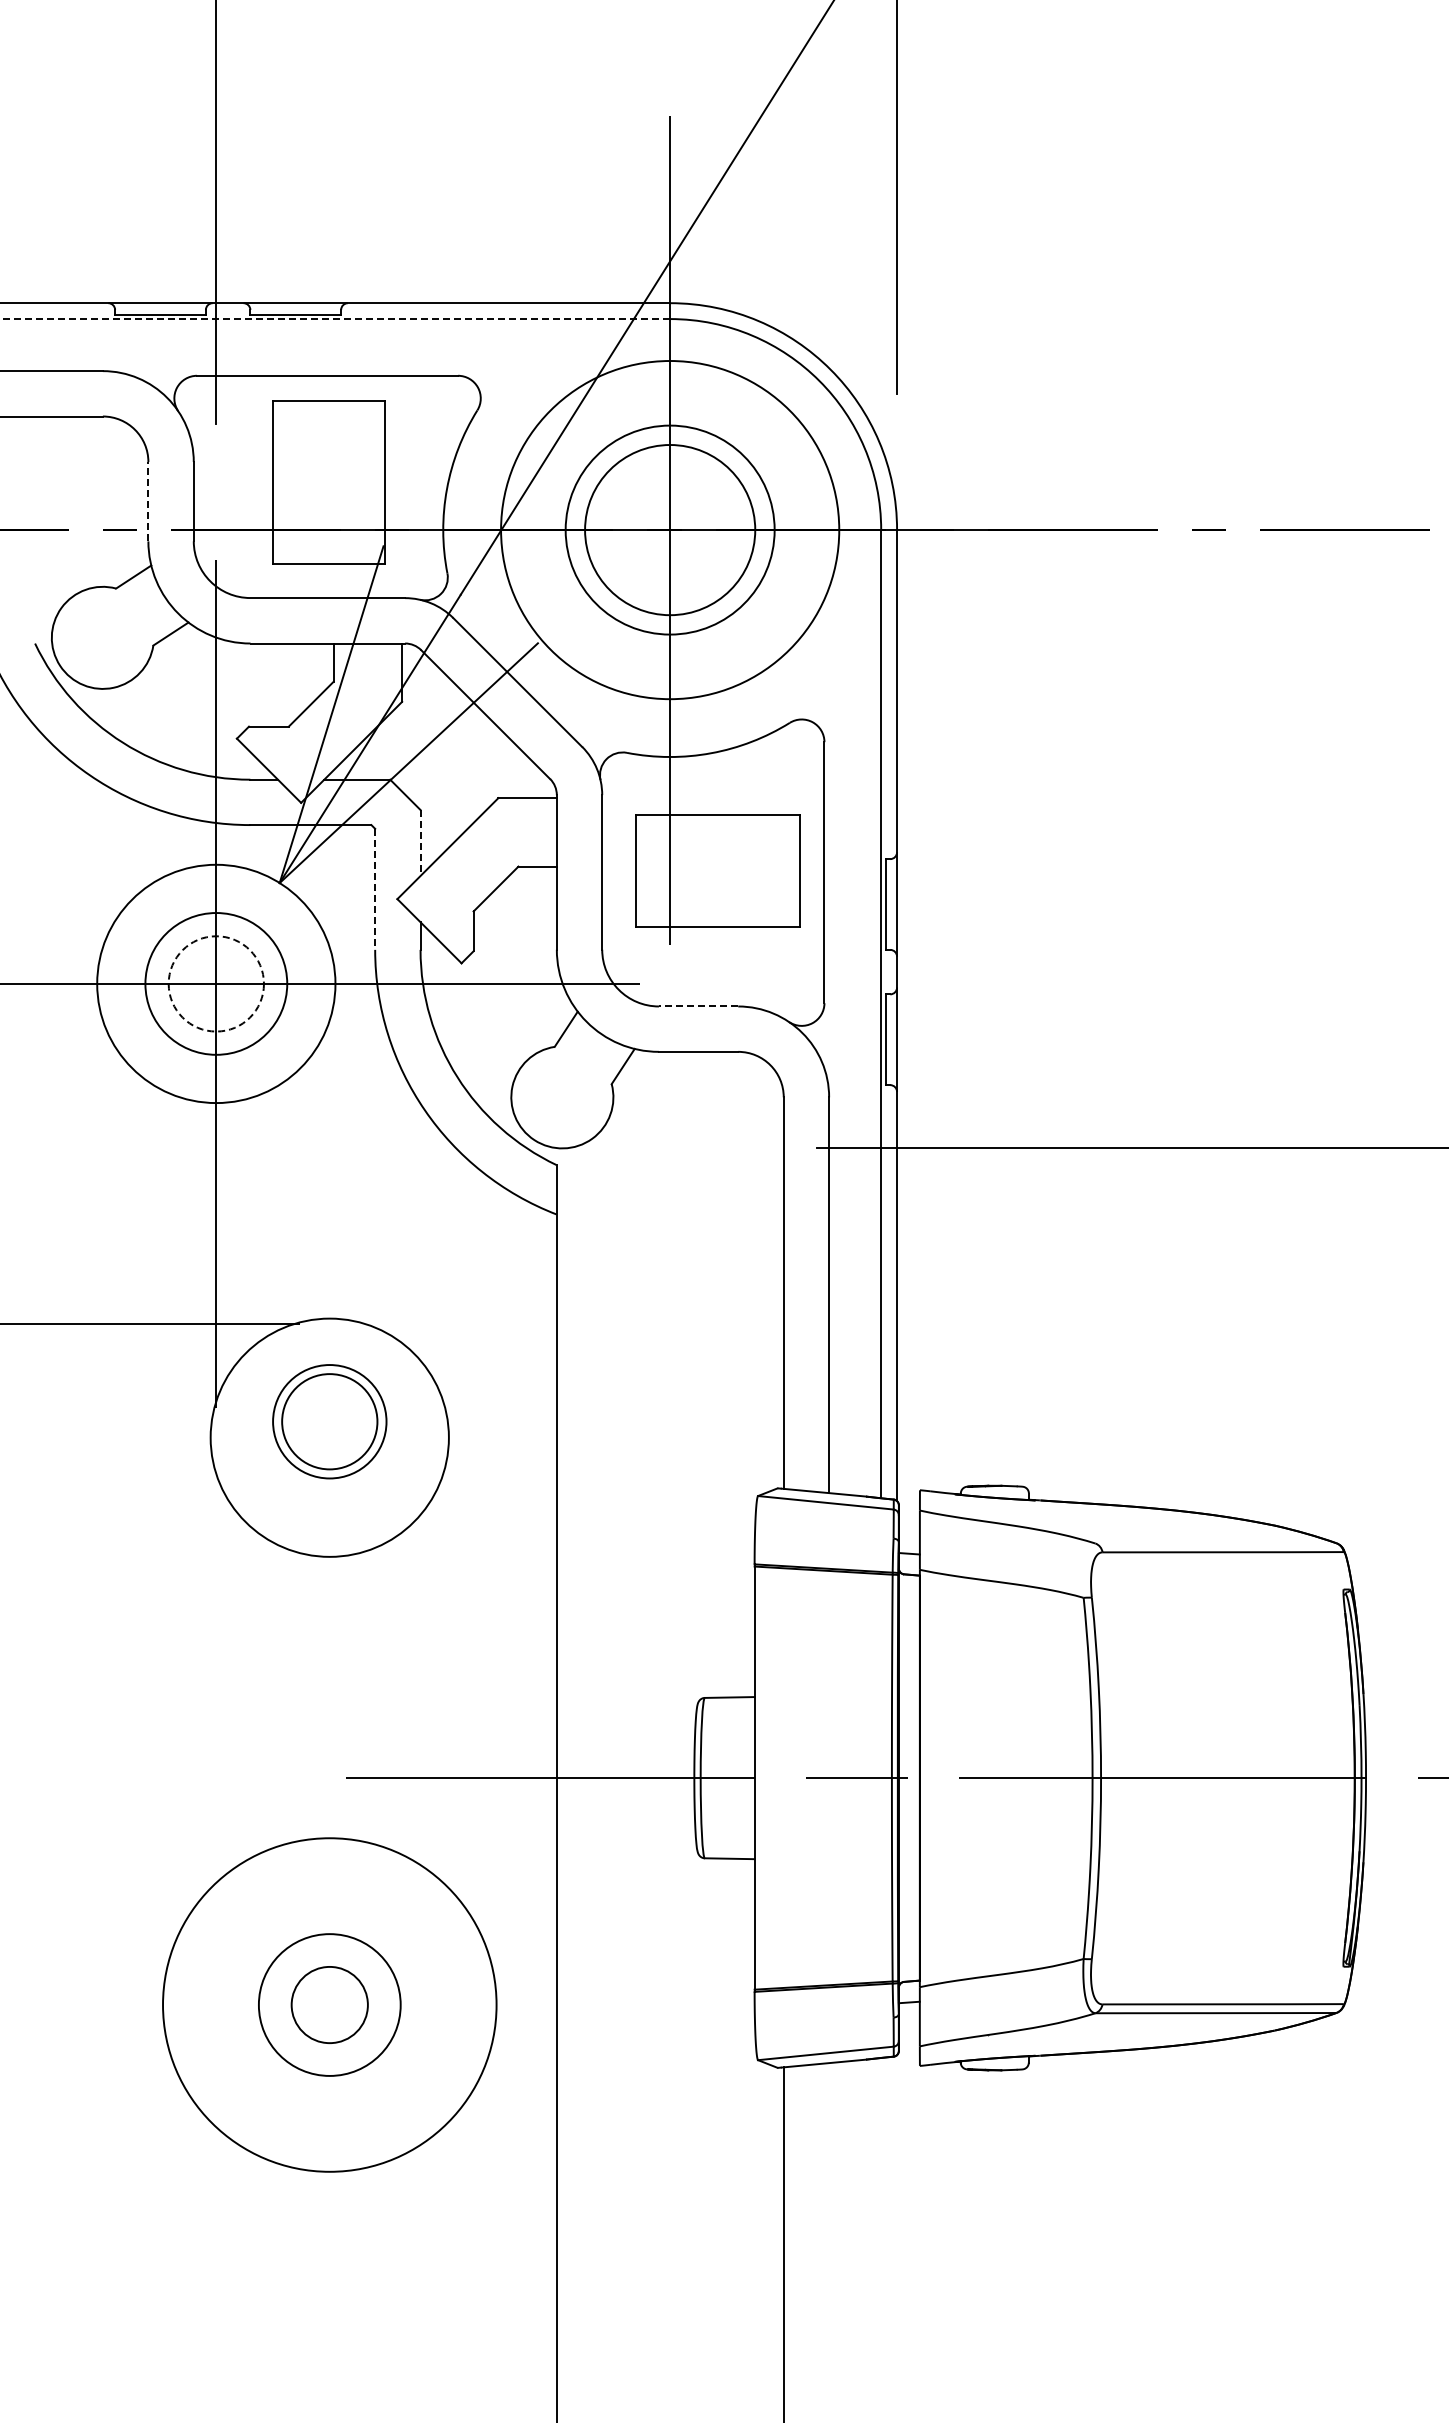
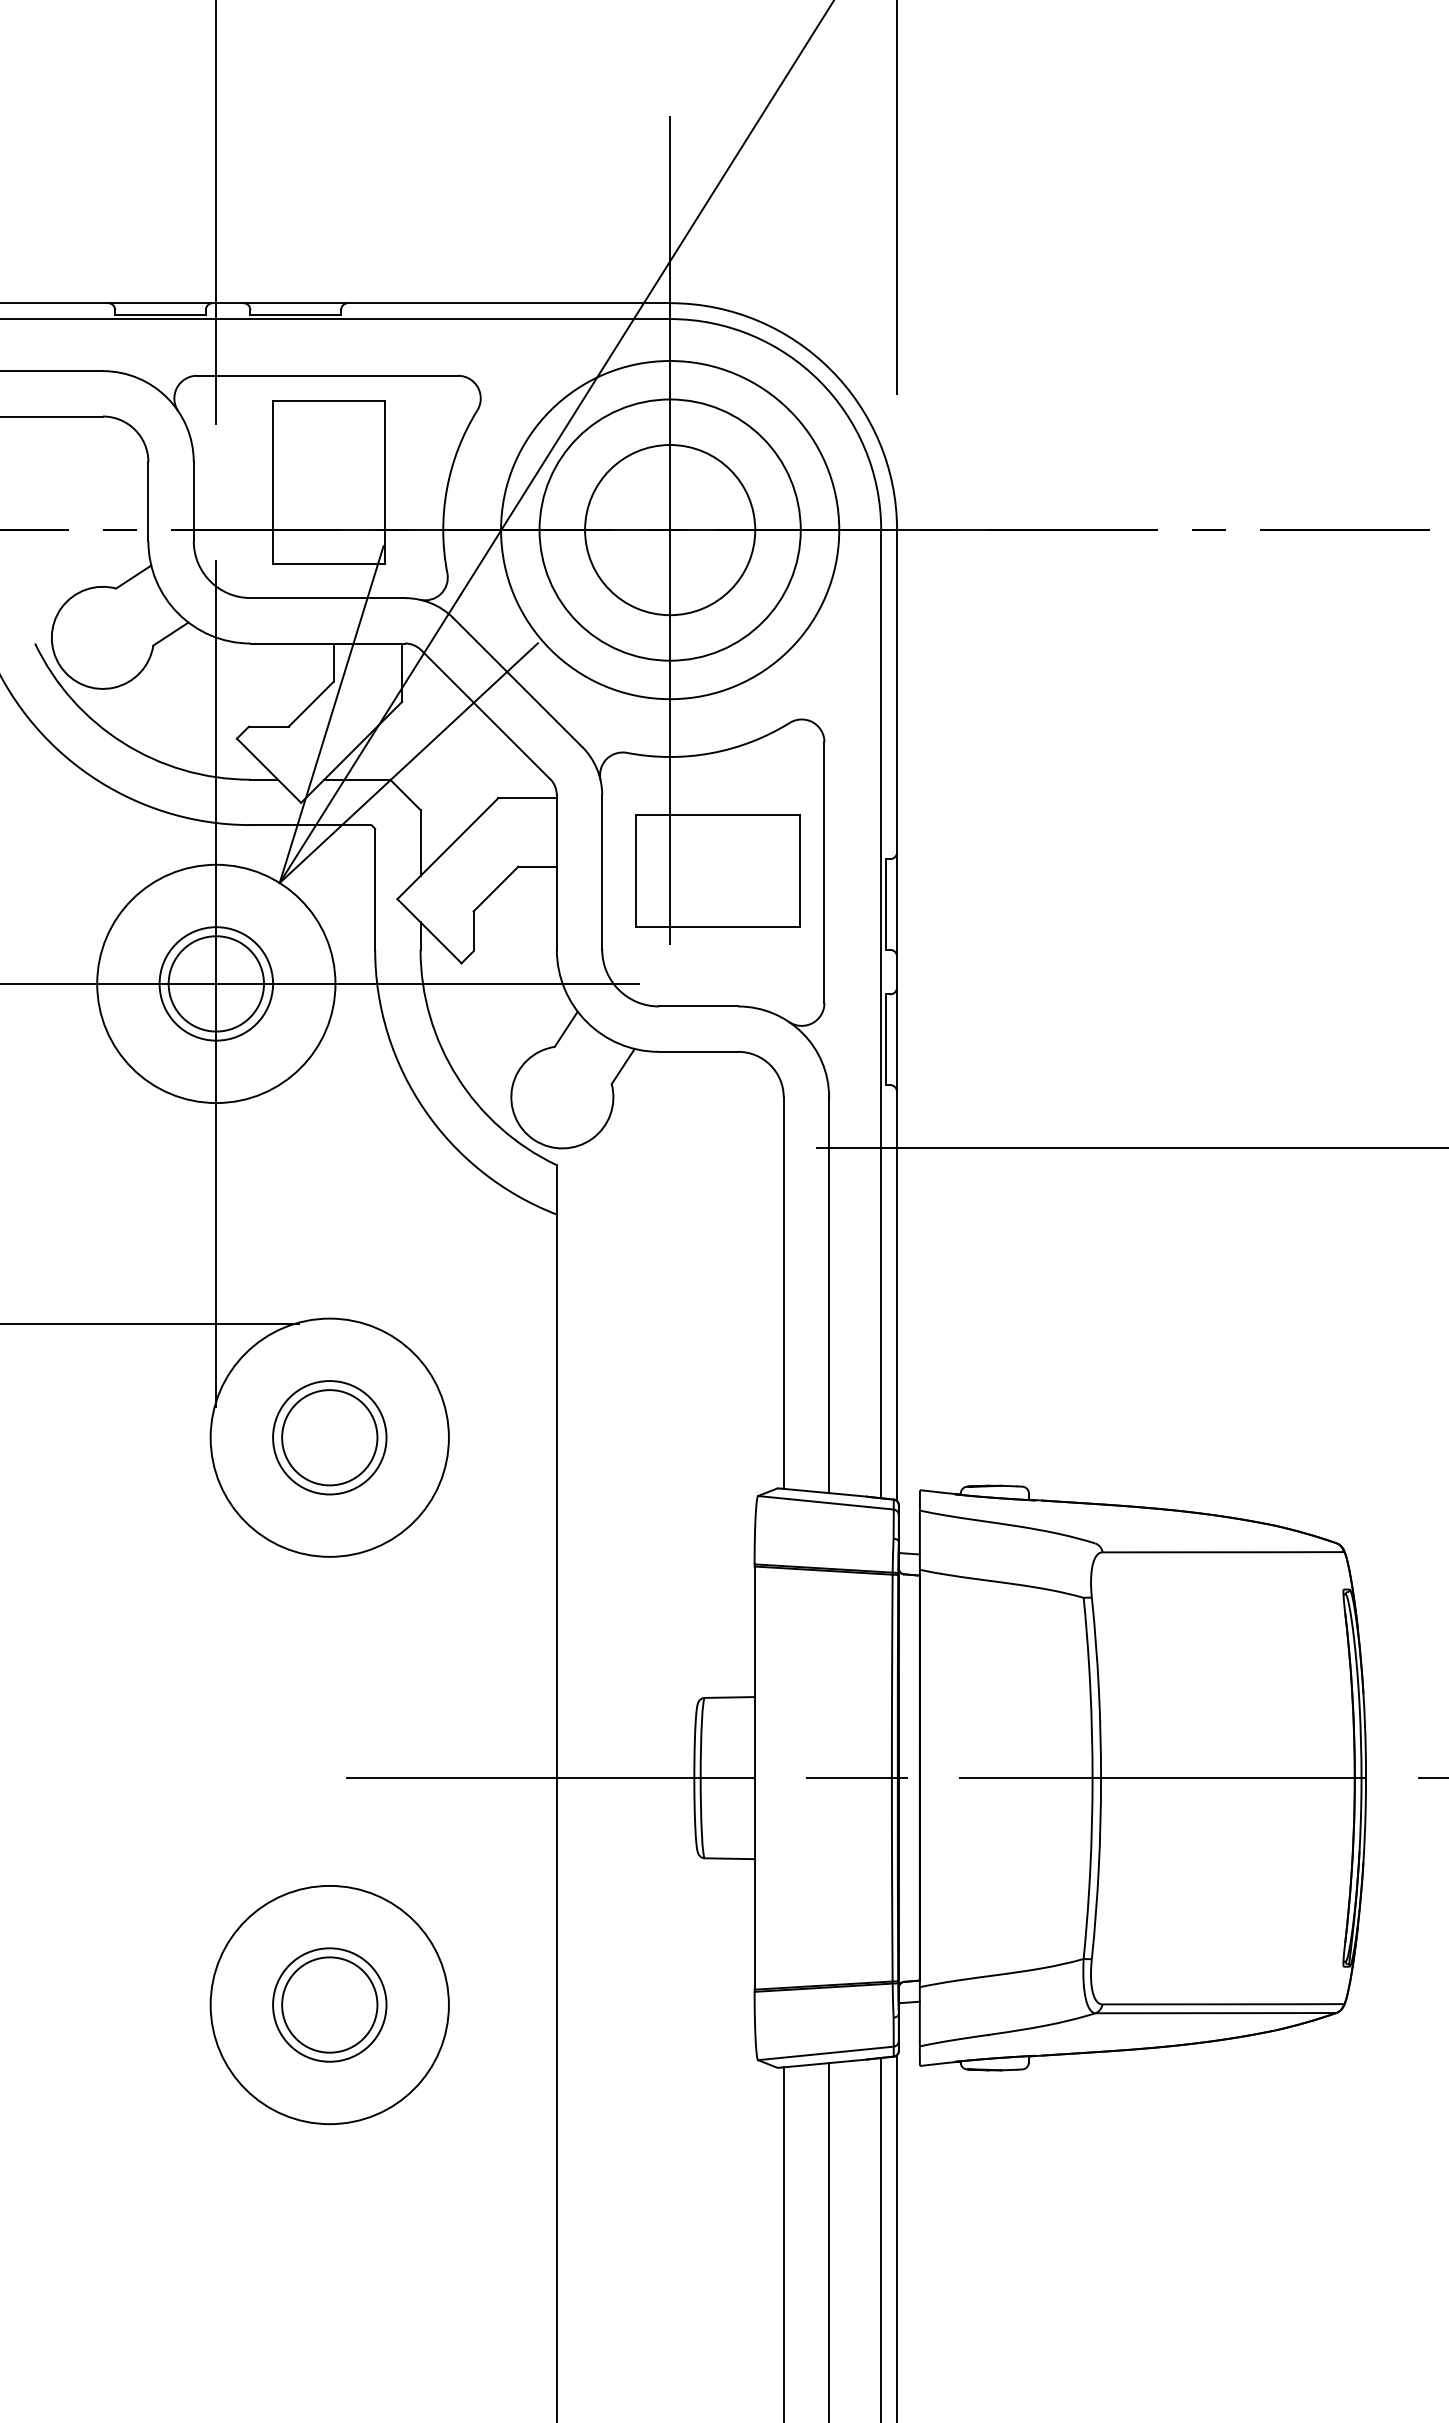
line at (335, 319): dashed -> solid
line at (148, 501): dashed -> solid
circle at (669, 529) diameter: 209 px -> 261 px
line at (420, 843): dashed -> solid
line at (375, 889): dashed -> solid
circle at (215, 983): dashed -> solid
circle at (216, 983) diameter: 142 px -> 113 px
line at (698, 1006): dashed -> solid
part at (329, 1421) position: (329, 1421) -> (329, 1437)
circle at (329, 2004) diameter: 142 px -> 113 px
circle at (329, 2004) diameter: 334 px -> 238 px
circle at (329, 2004) diameter: 76 px -> 95 px
line at (897, 2237): none -> present
line at (881, 2238): none -> present
line at (829, 2241): none -> present
